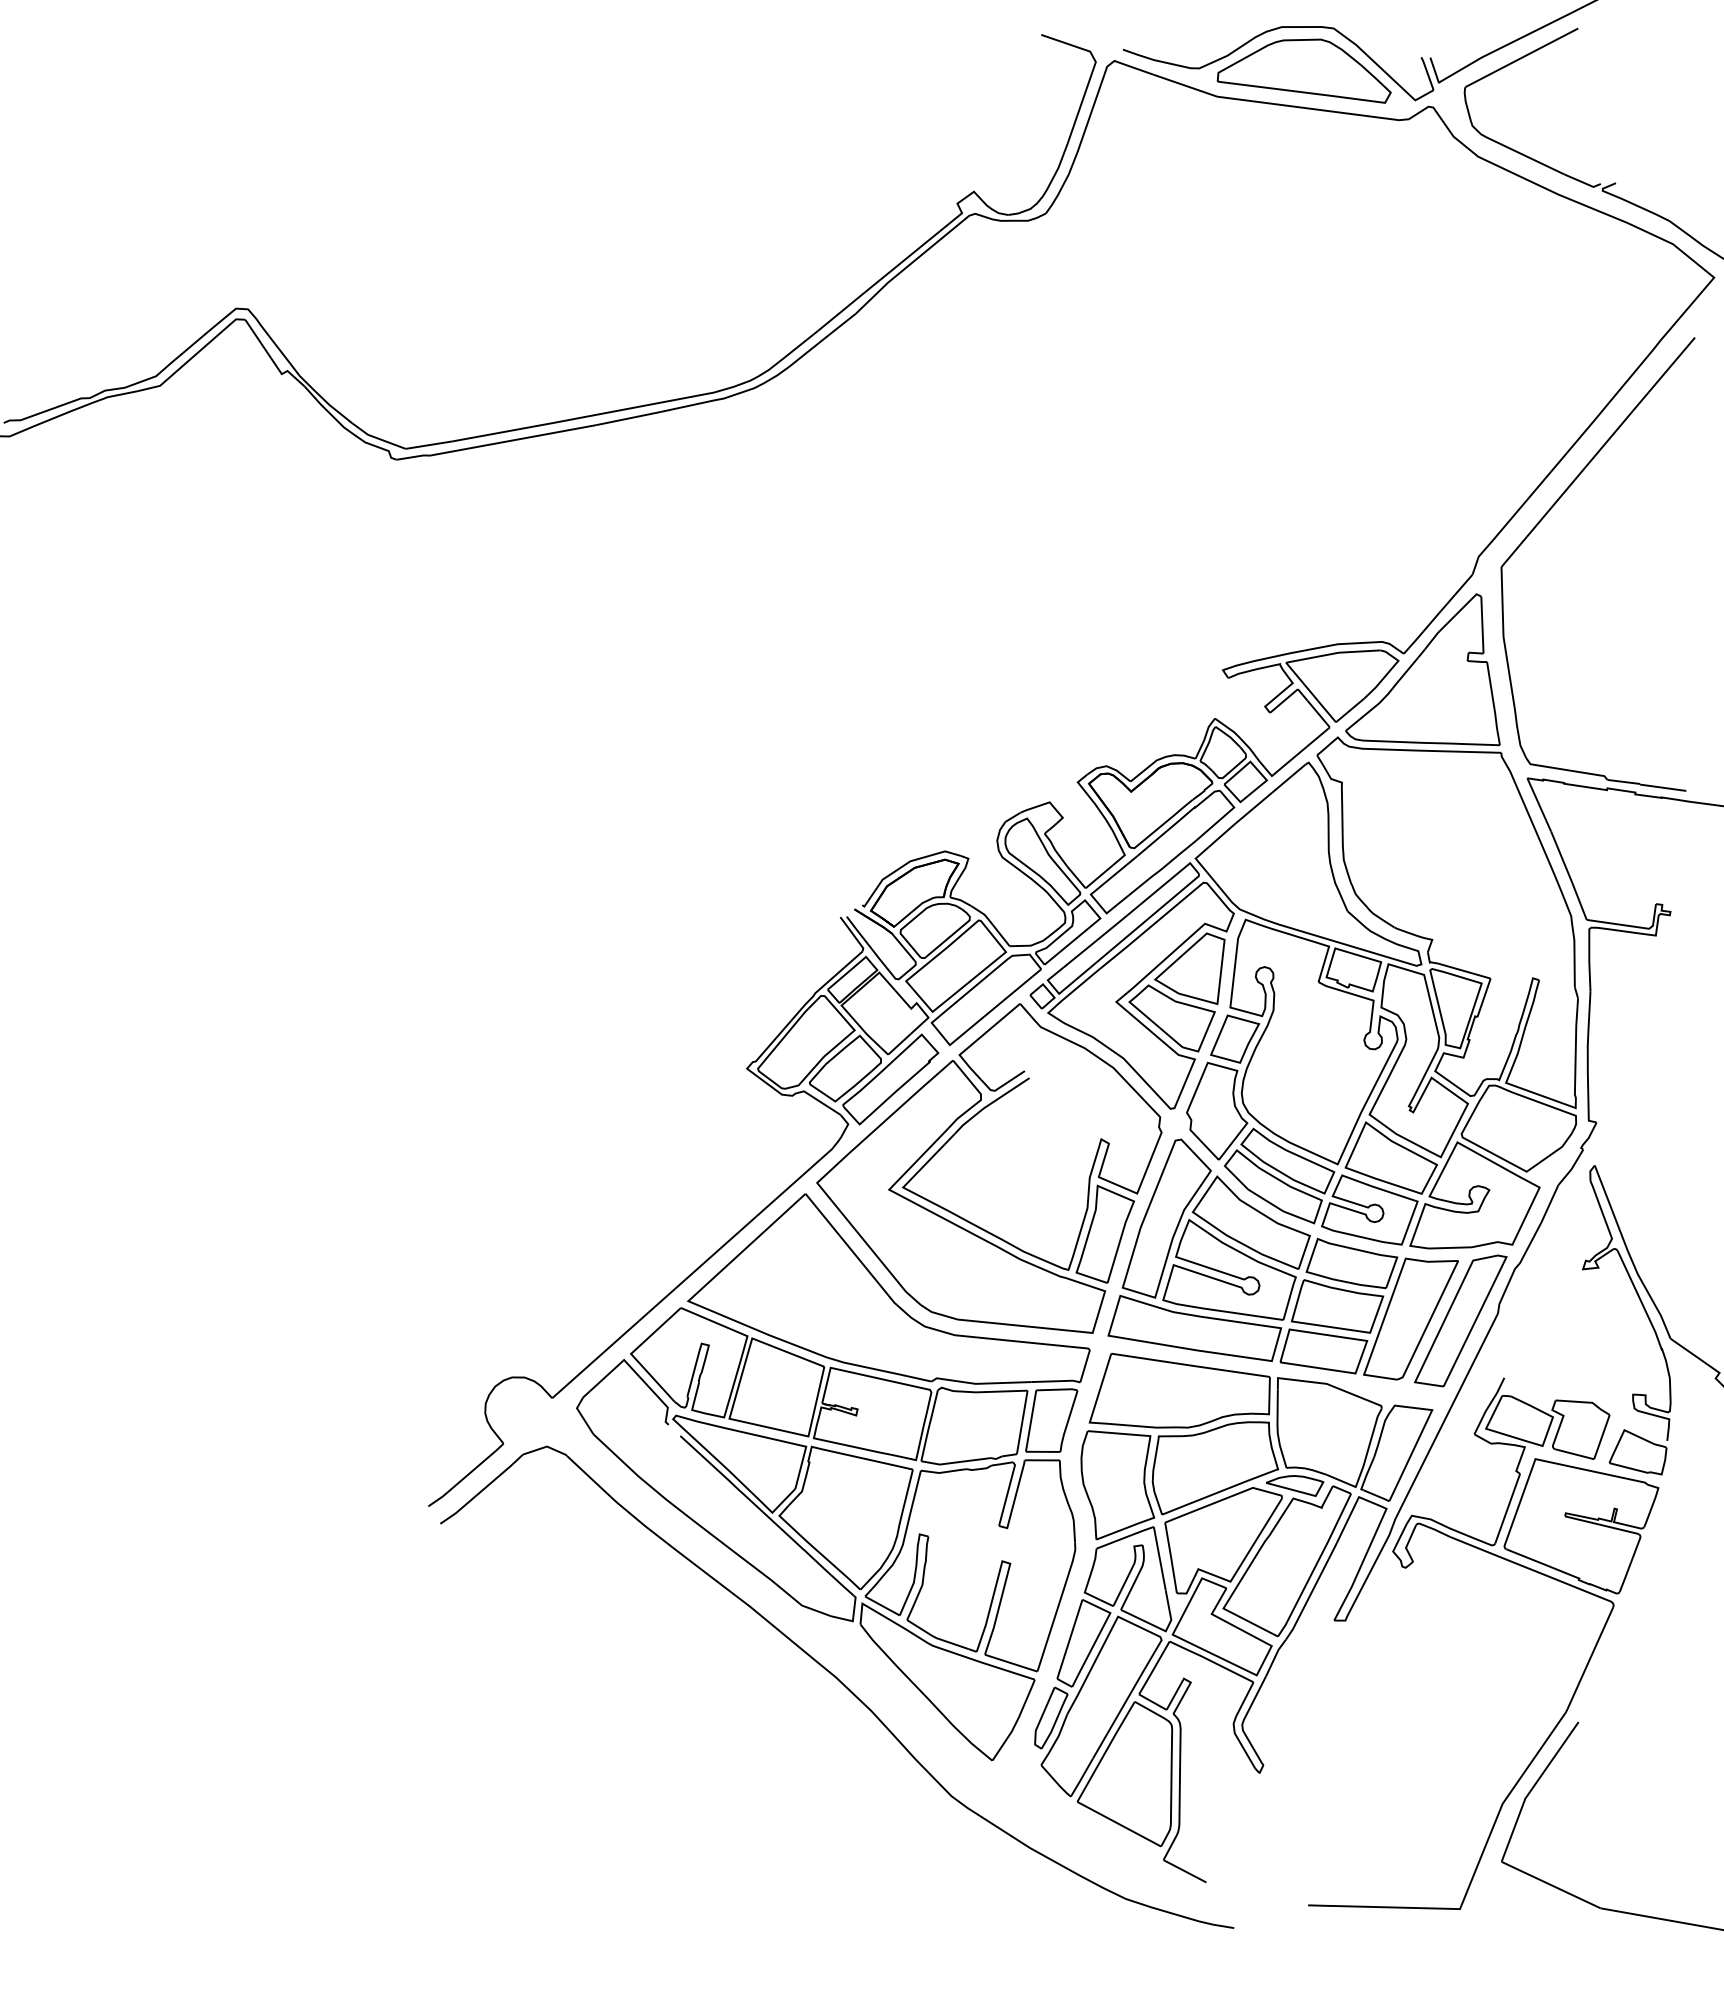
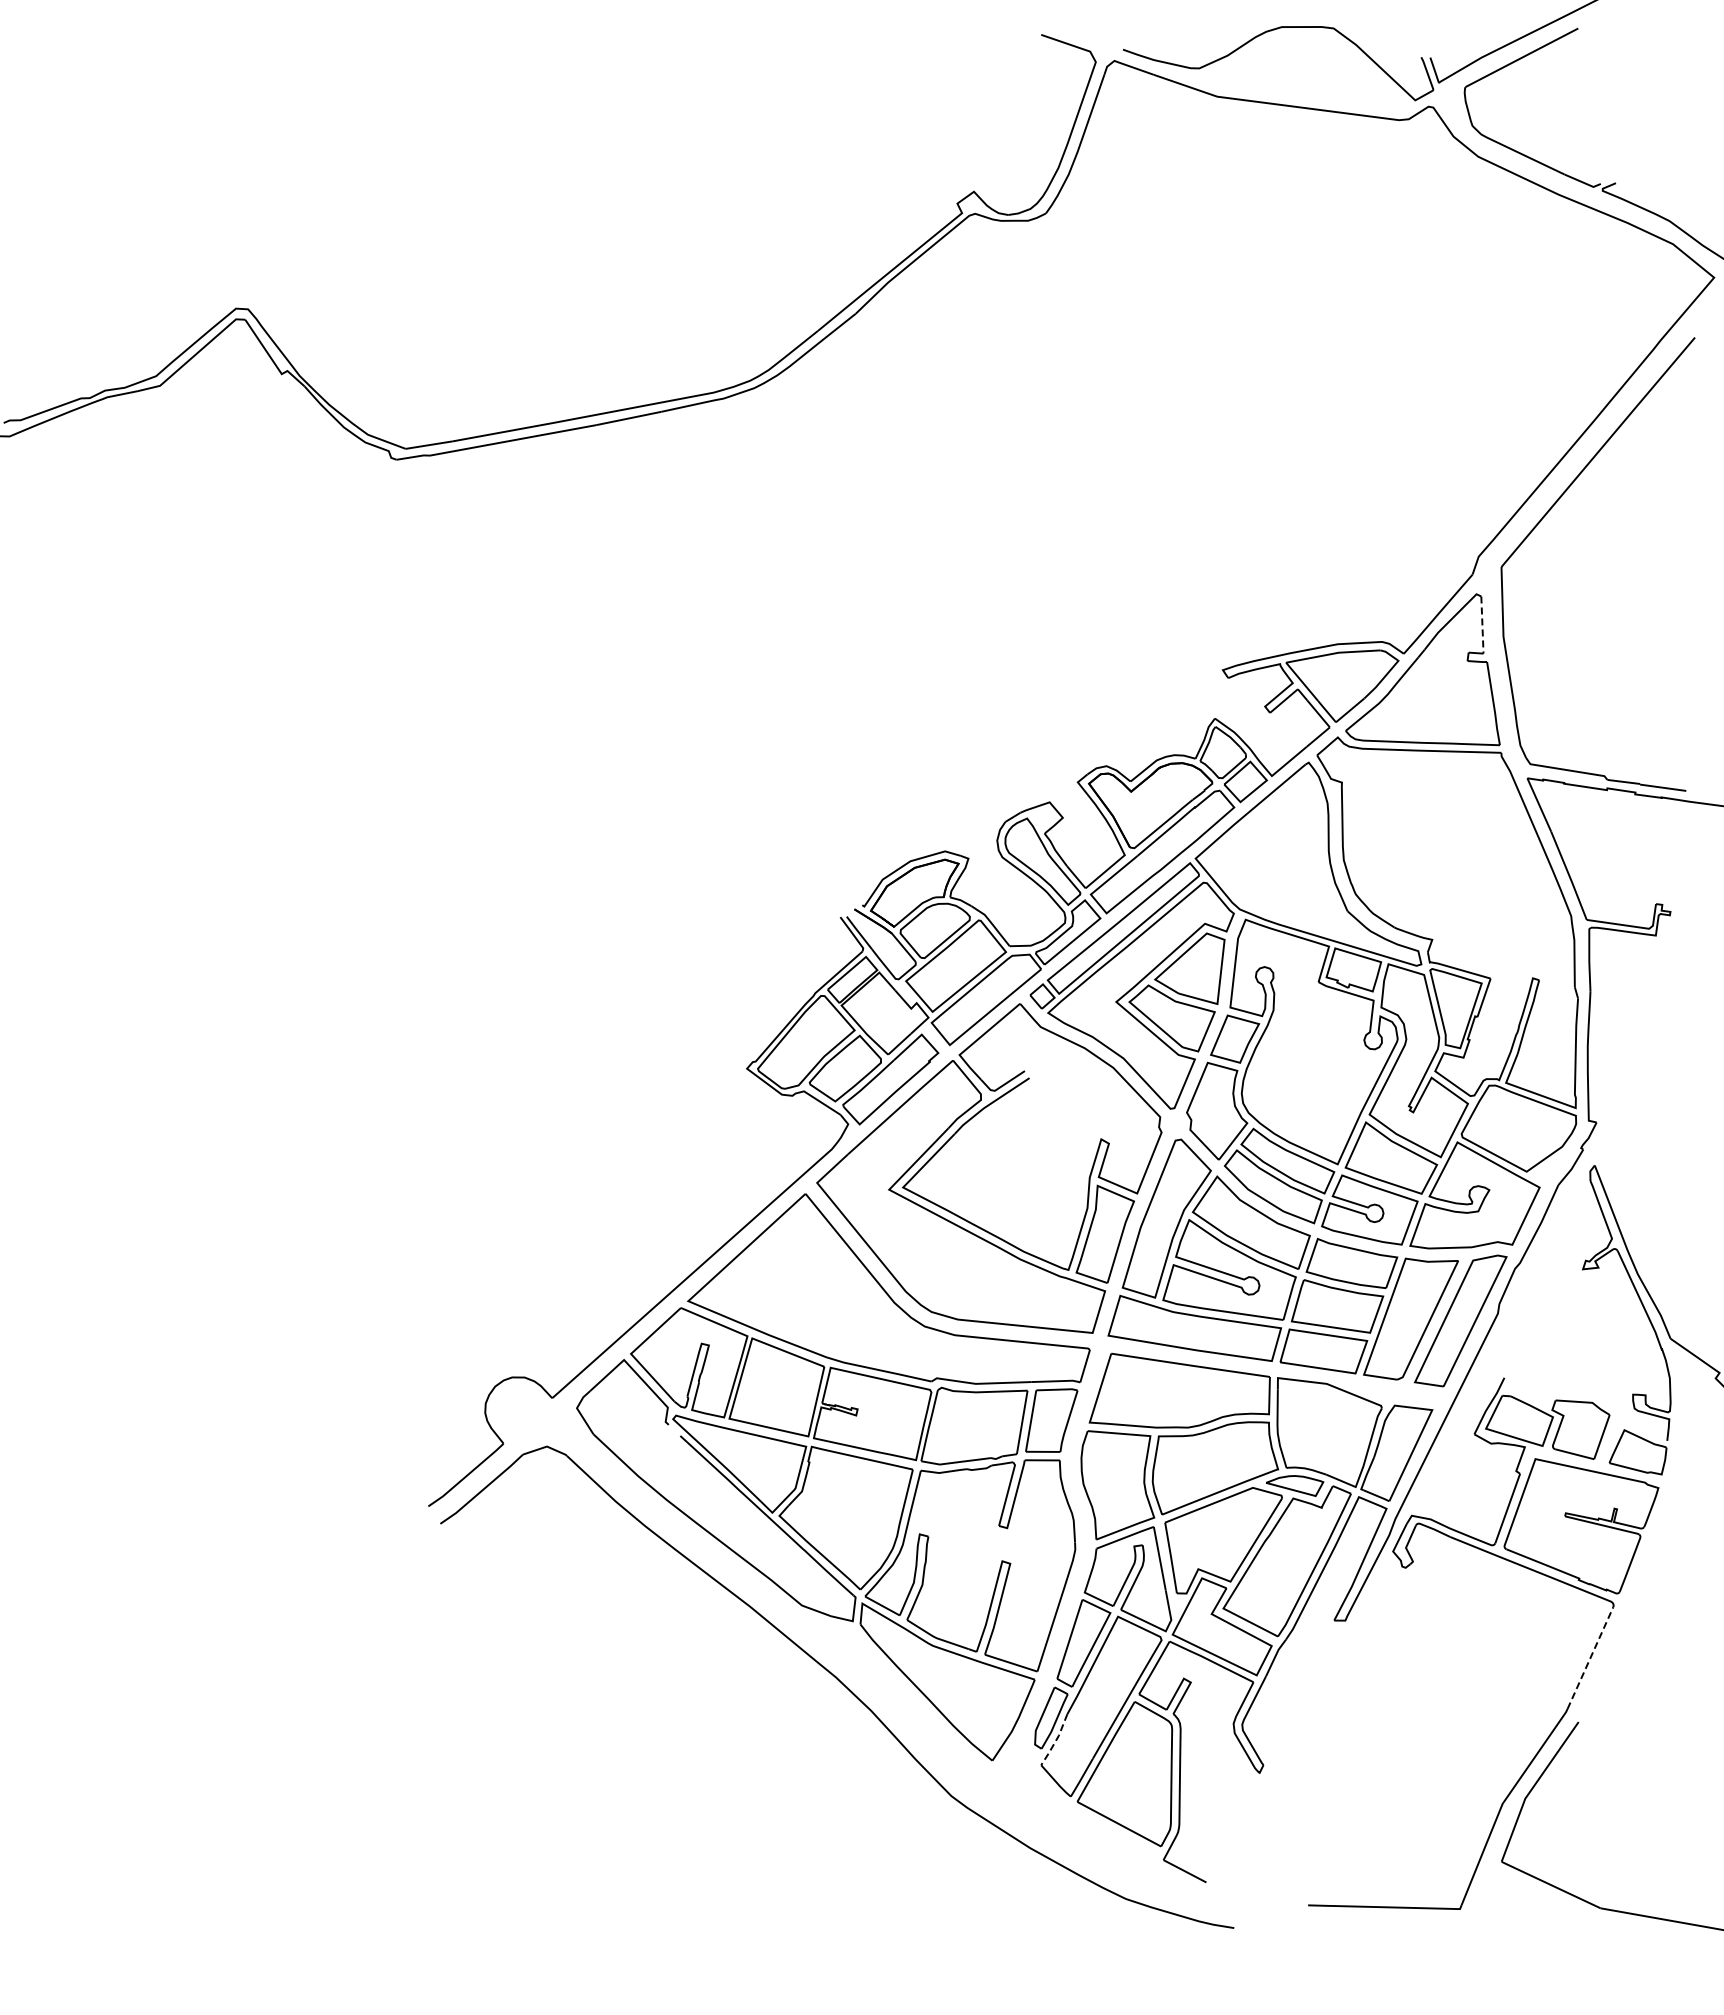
part at (1303, 70): present -> none
line at (1482, 625): solid -> dashed
line at (1590, 1658): solid -> dashed
line at (1055, 1740): solid -> dashed
